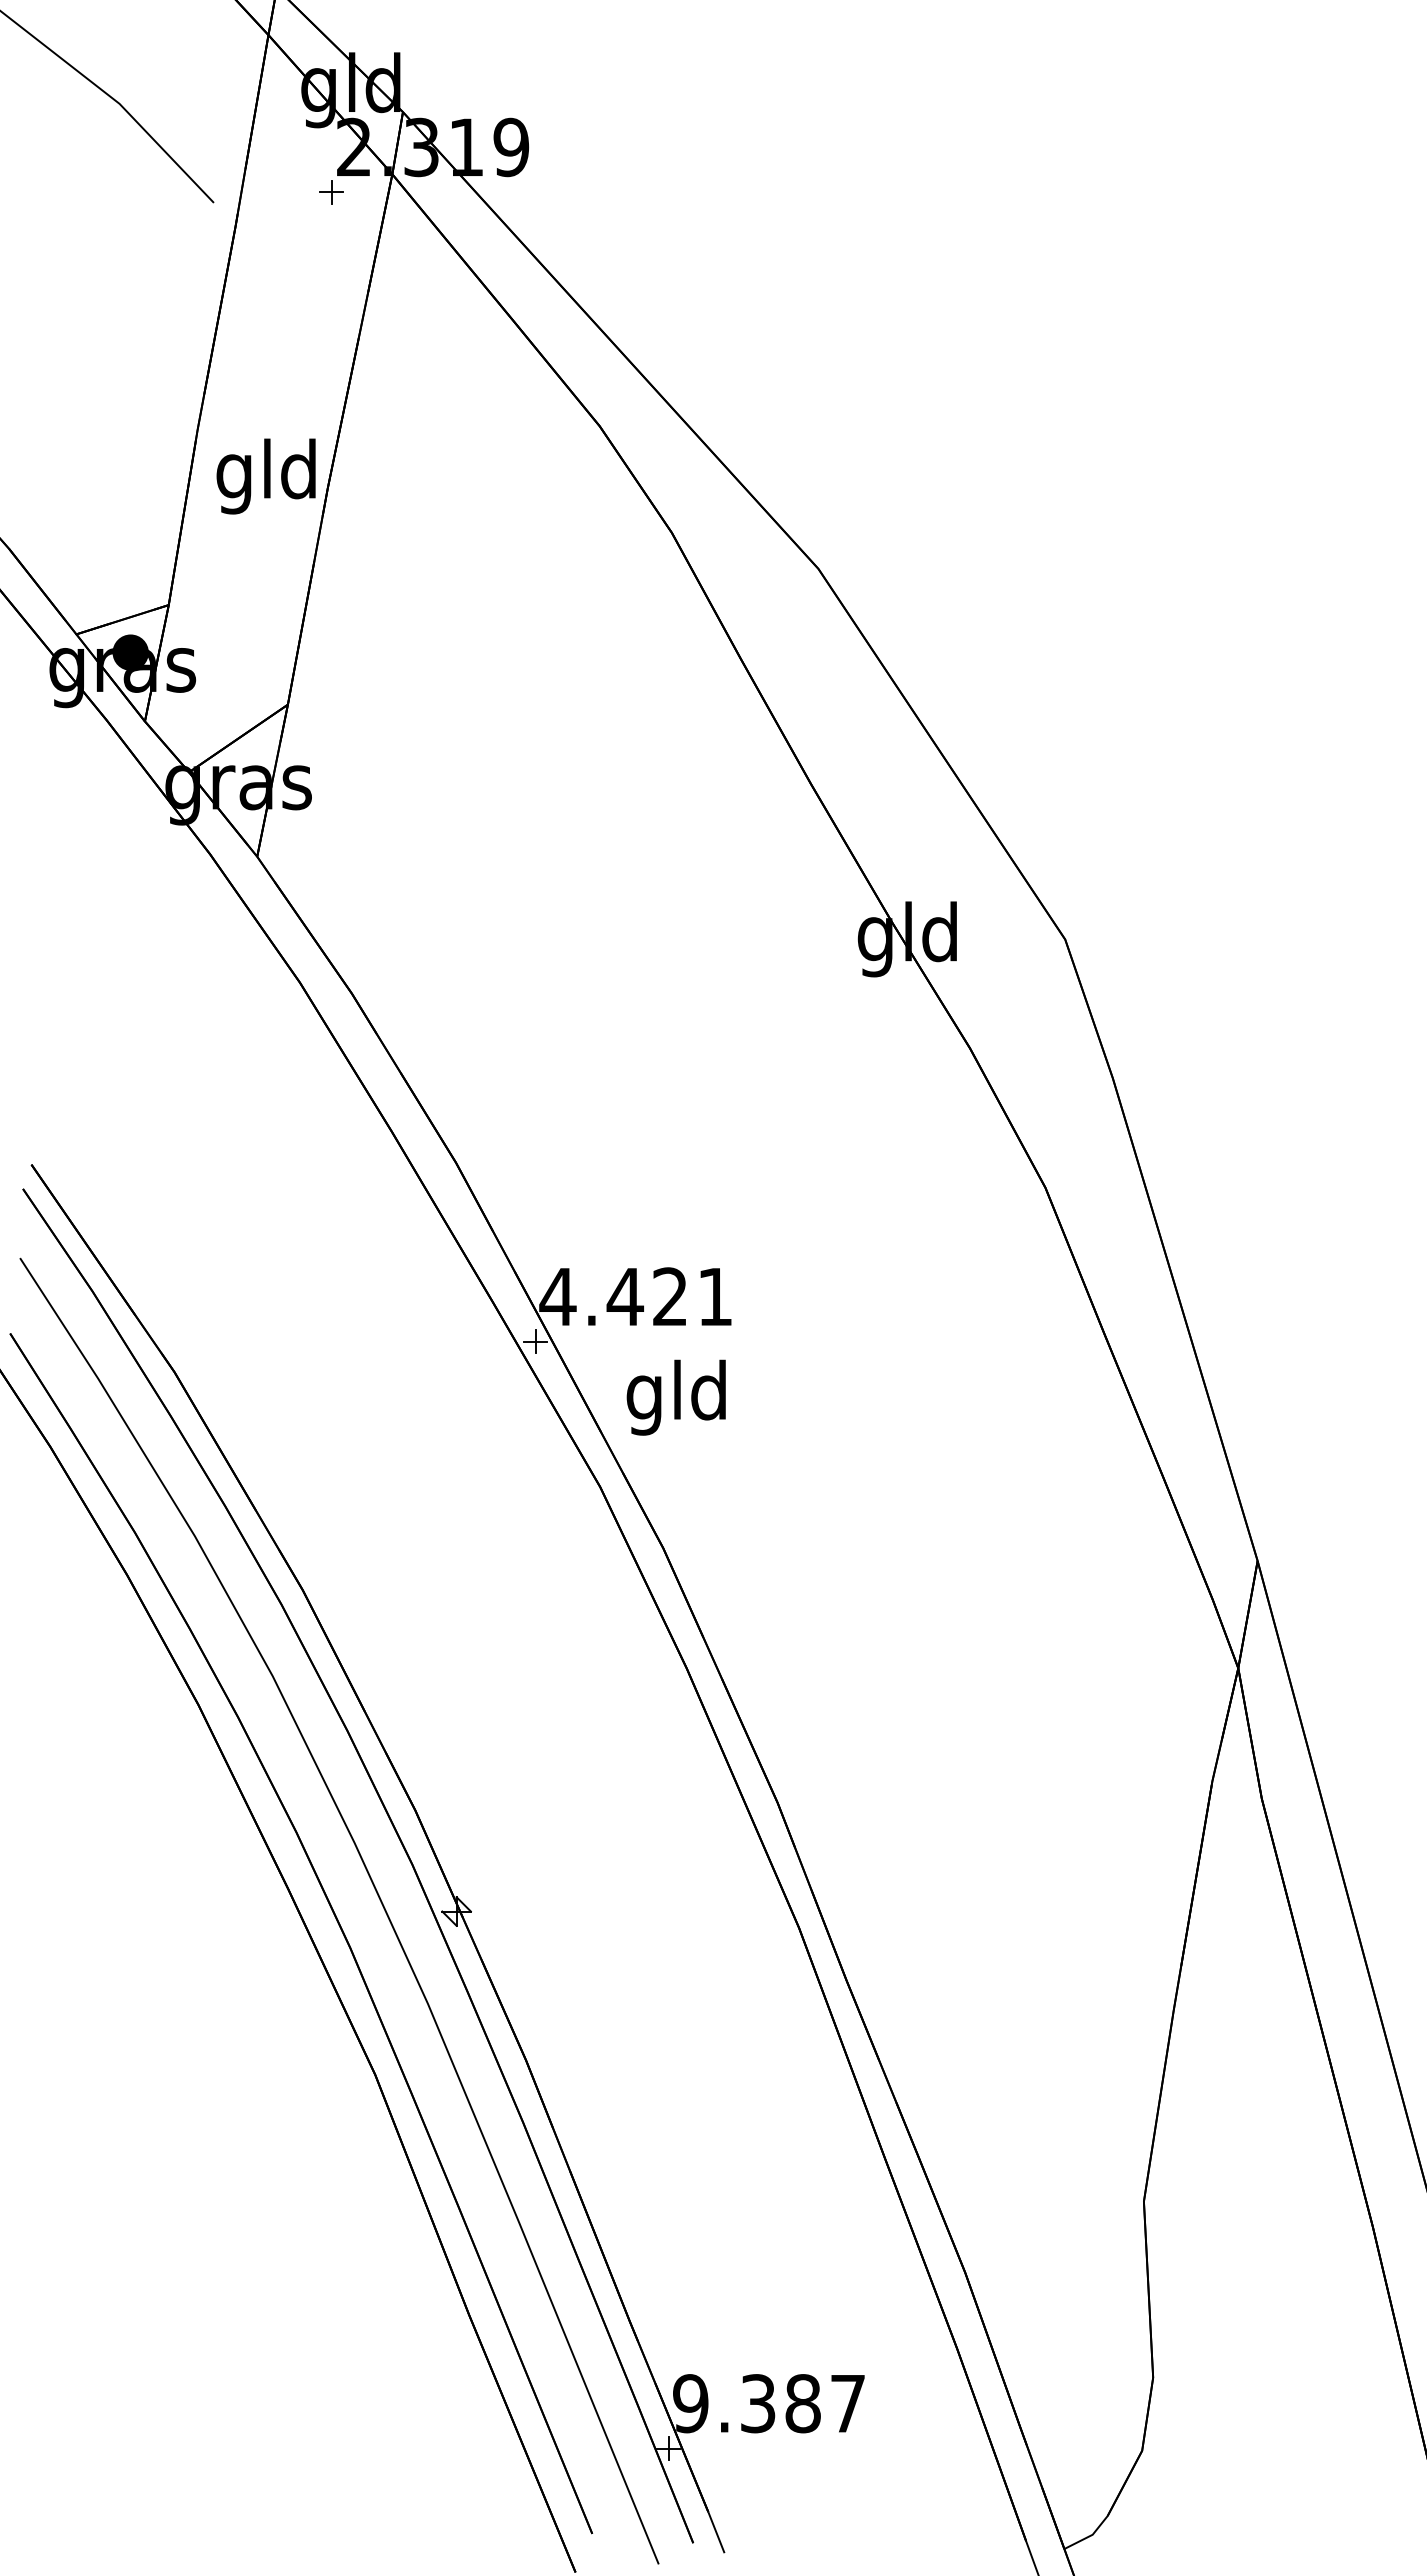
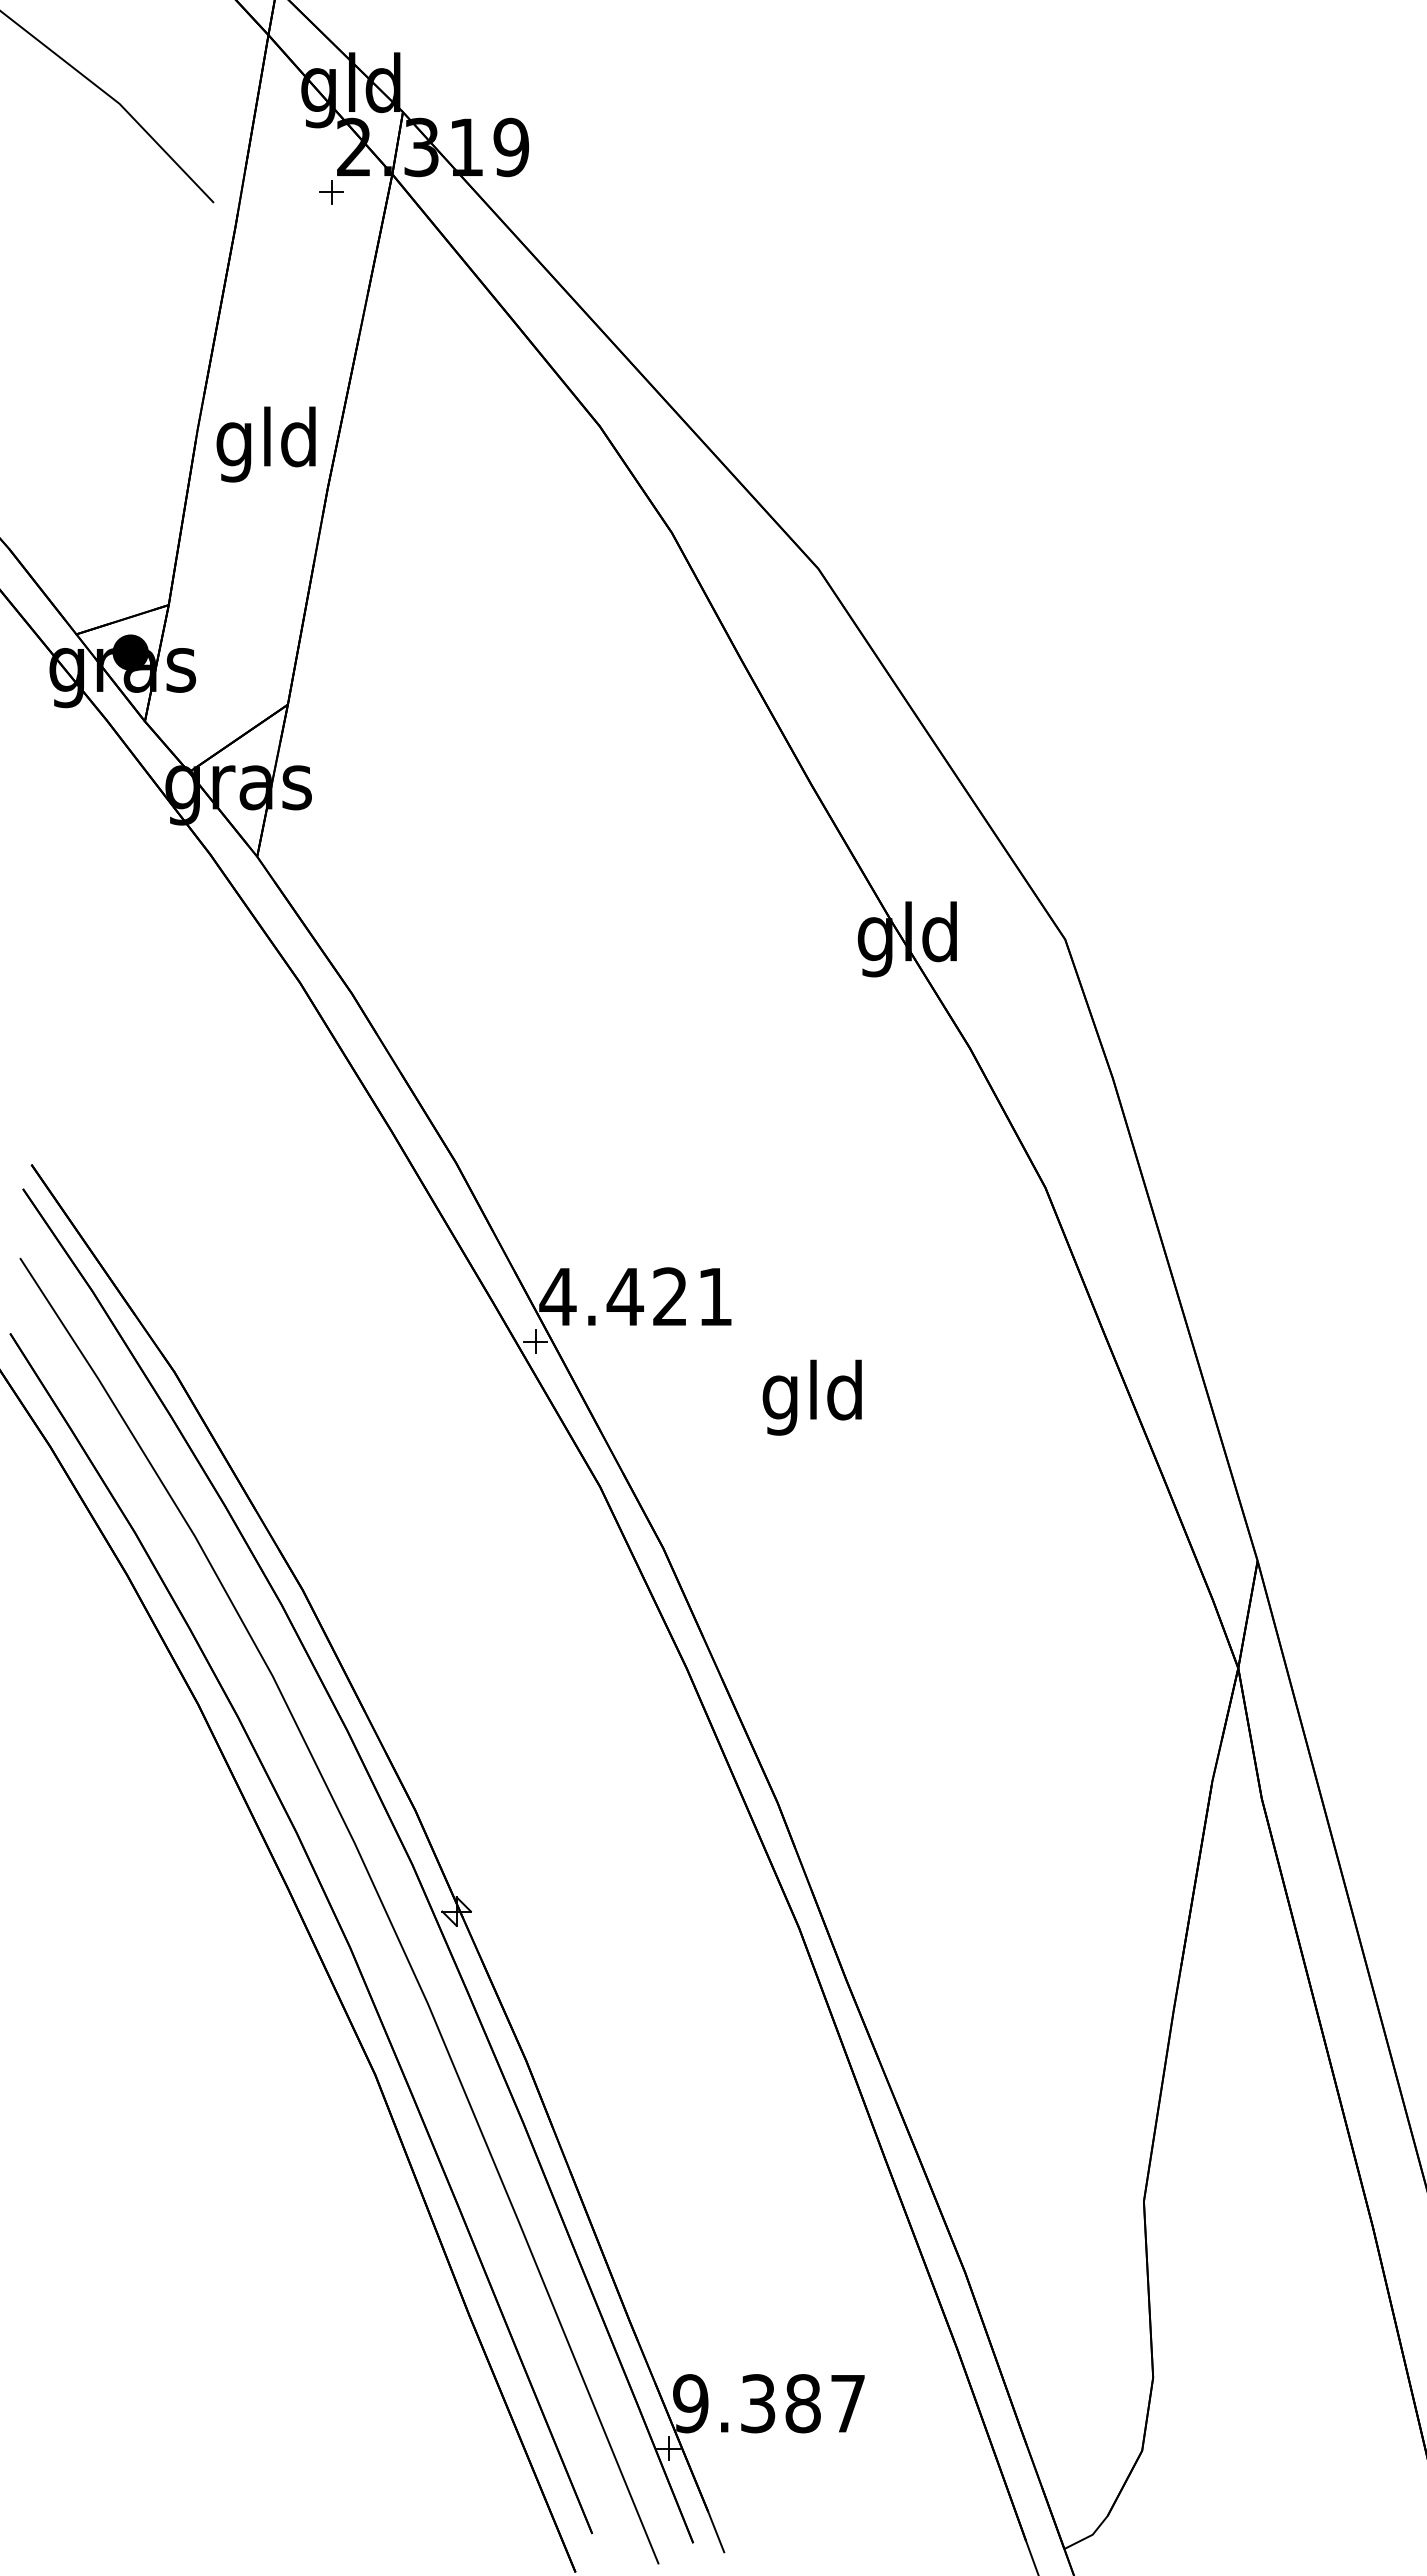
text at (265, 476) position: (265, 476) -> (265, 444)
text at (675, 1397) position: (675, 1397) -> (811, 1397)
